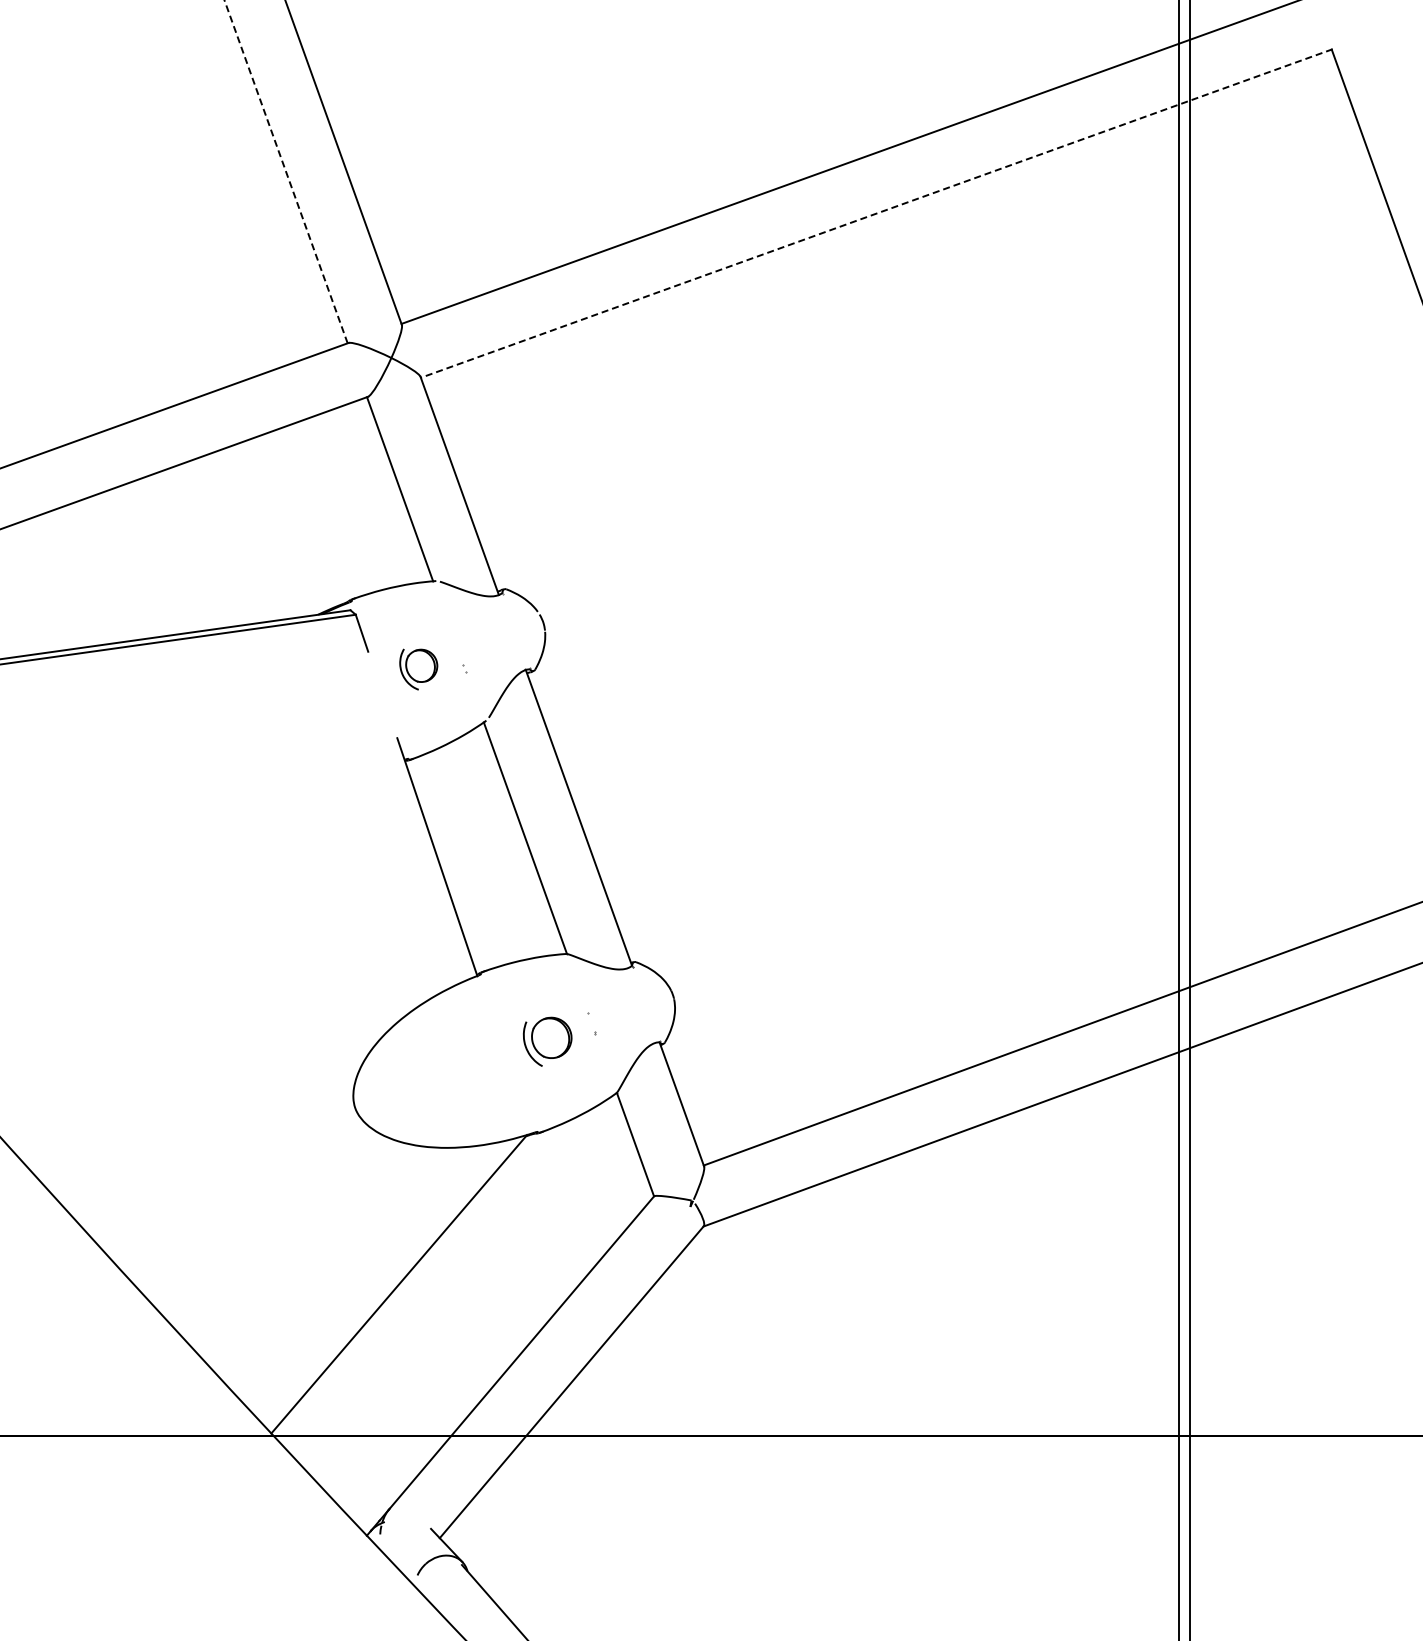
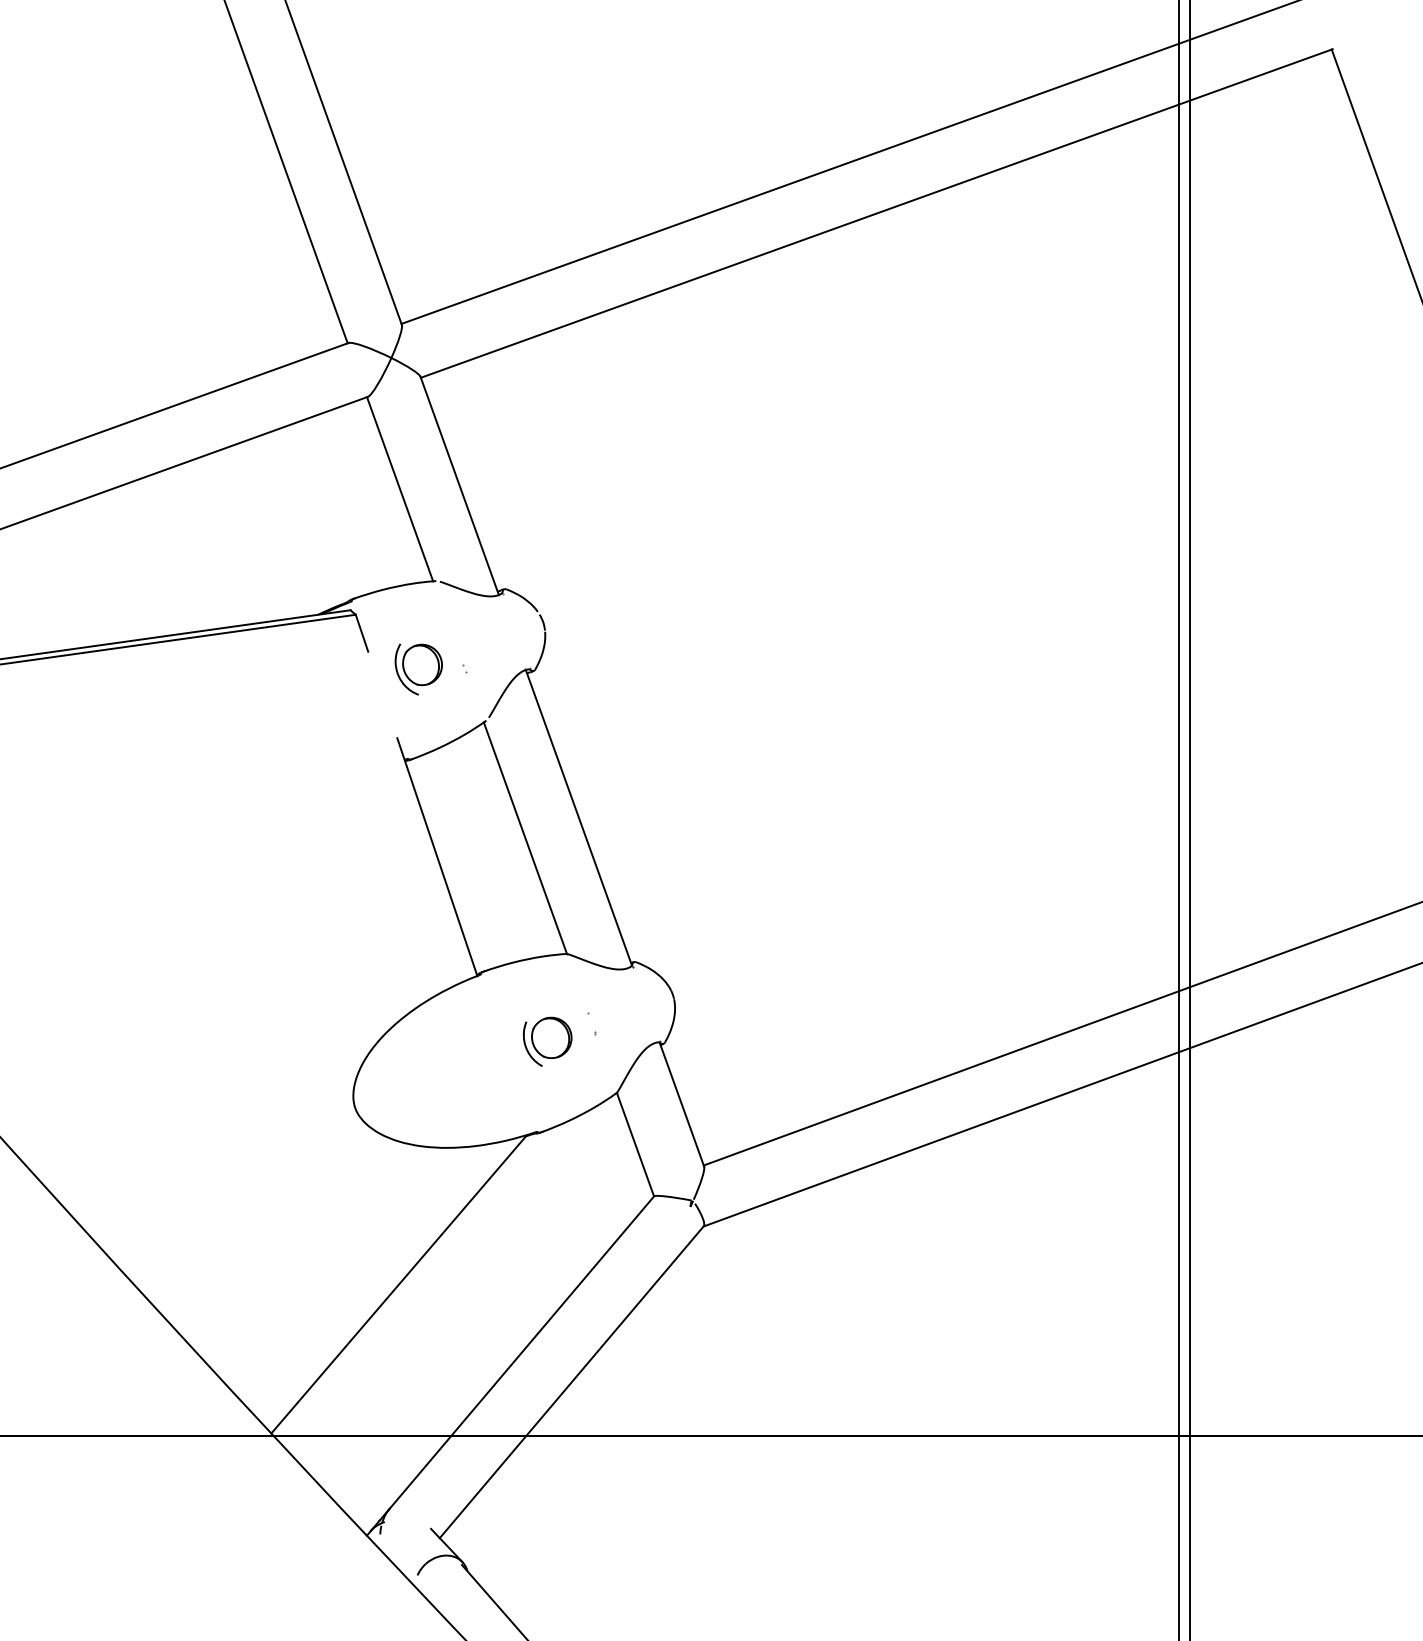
line at (286, 172): dashed -> solid
line at (876, 213): dashed -> solid
part at (418, 669) size: 40x43 px -> 49x53 px
